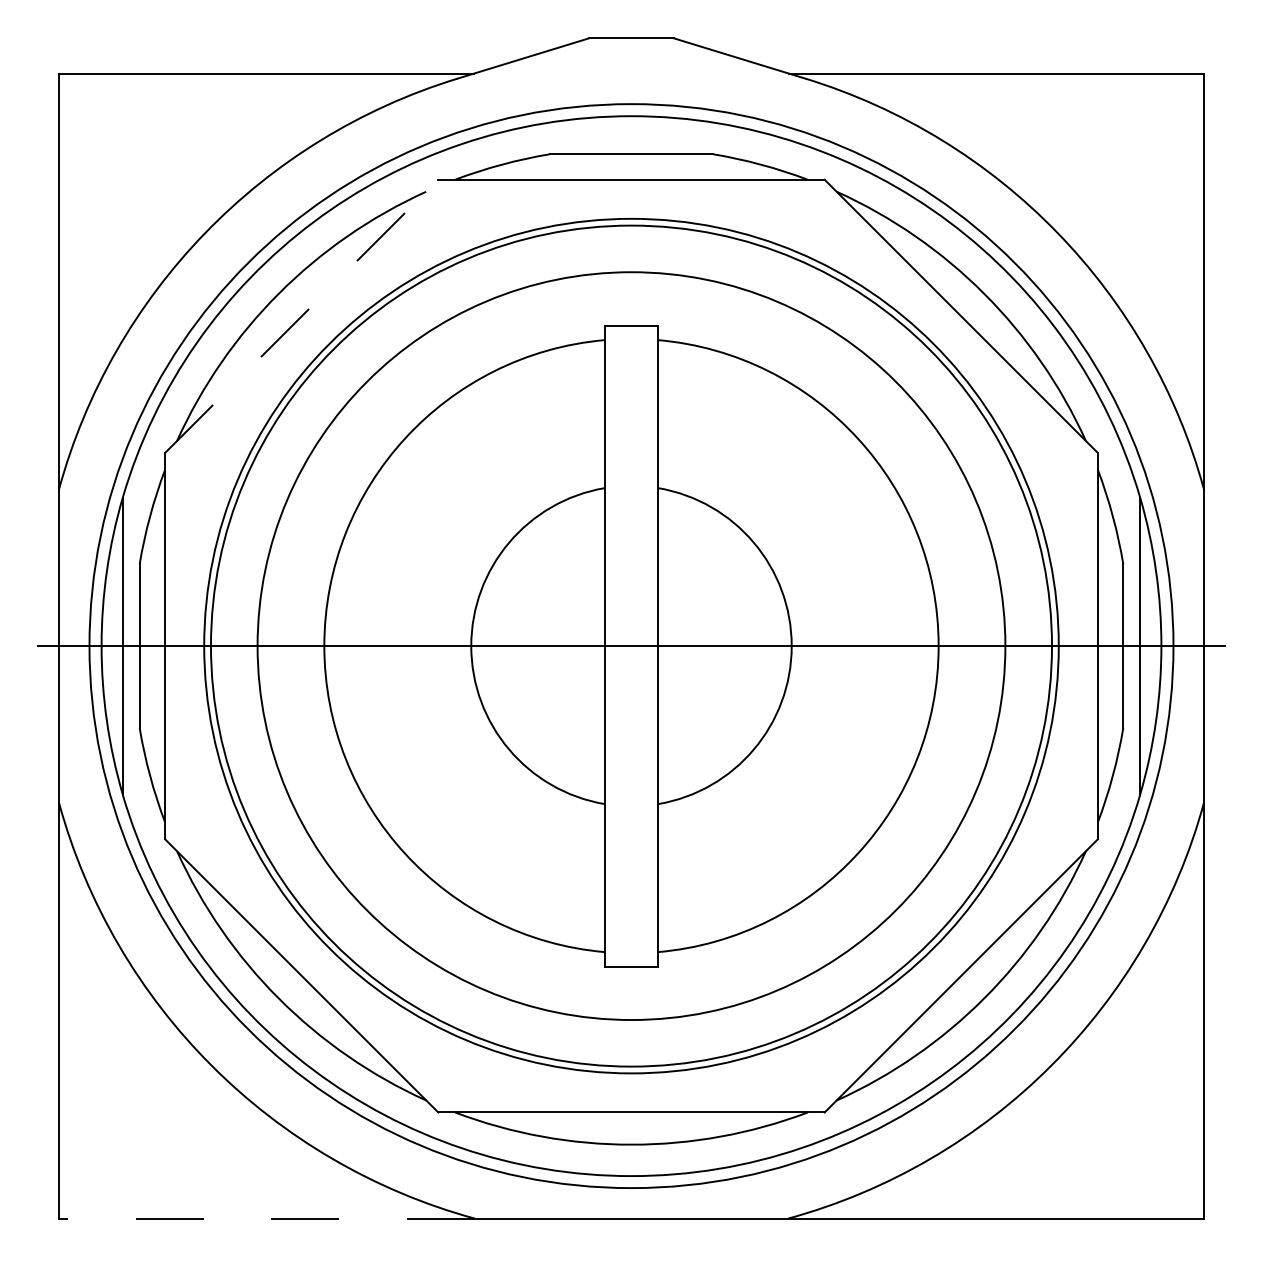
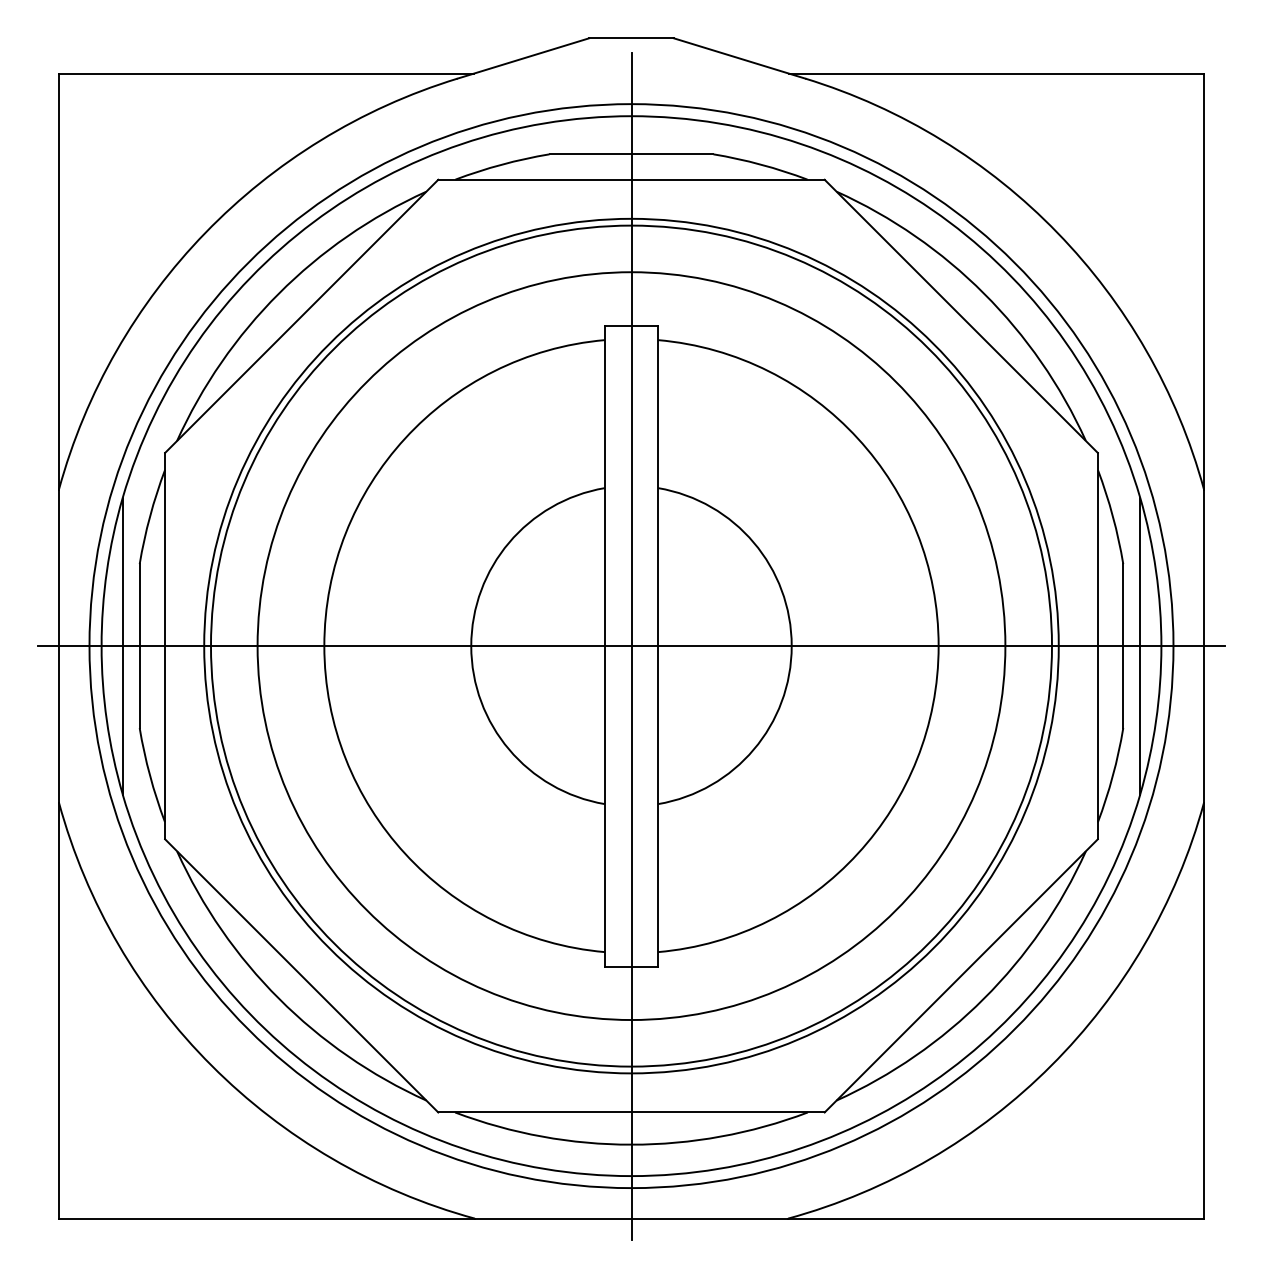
line at (302, 316): dashed -> solid
line at (631, 645): none -> present
line at (266, 1218): dashed -> solid
